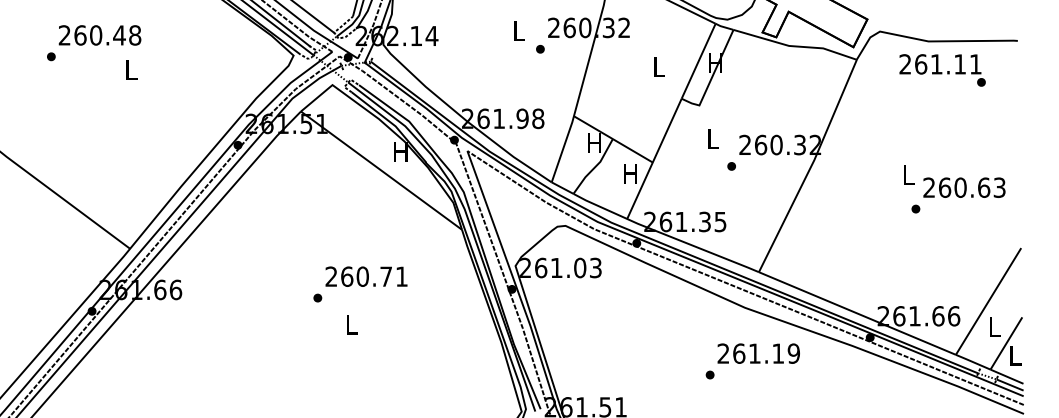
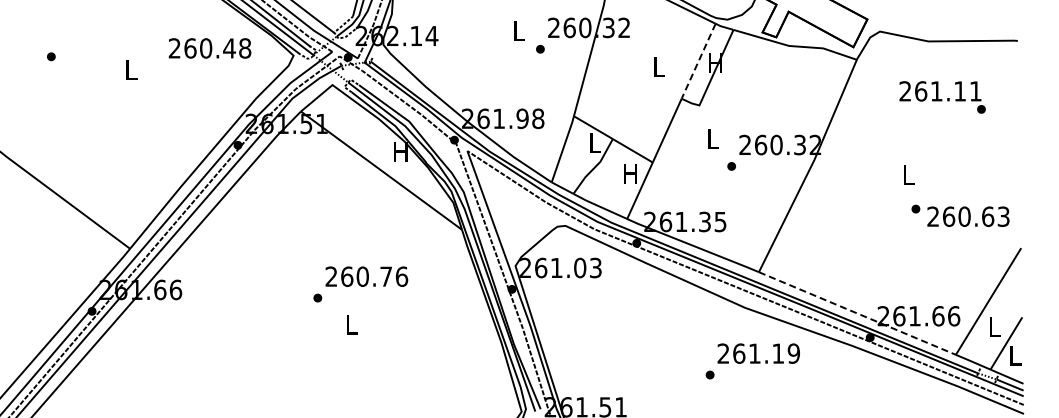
text at (99, 35) position: (99, 35) -> (209, 48)
line at (698, 61): solid -> dashed
text at (942, 70) position: (942, 70) -> (942, 97)
text at (594, 142): H -> L
text at (964, 187) position: (964, 187) -> (968, 216)
text at (401, 276): 260.71 -> 260.76
line at (857, 313): solid -> dashed
